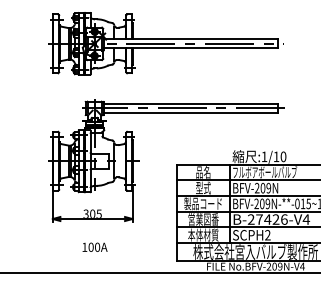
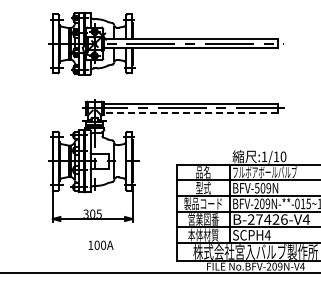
line at (190, 112): solid -> dashed
text at (257, 187): BFV-209N -> BFV-509N
text at (267, 234): SCPH2 -> SCPH4
text at (94, 246) position: (94, 246) -> (100, 244)
